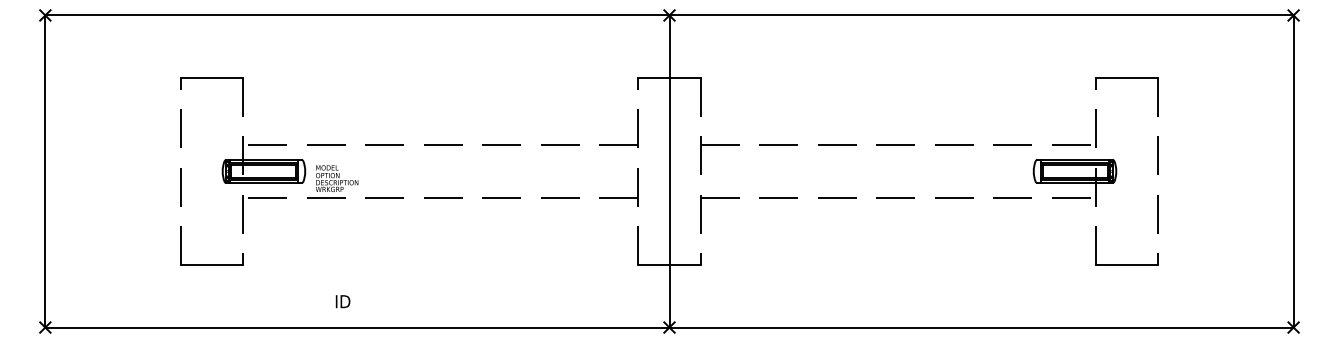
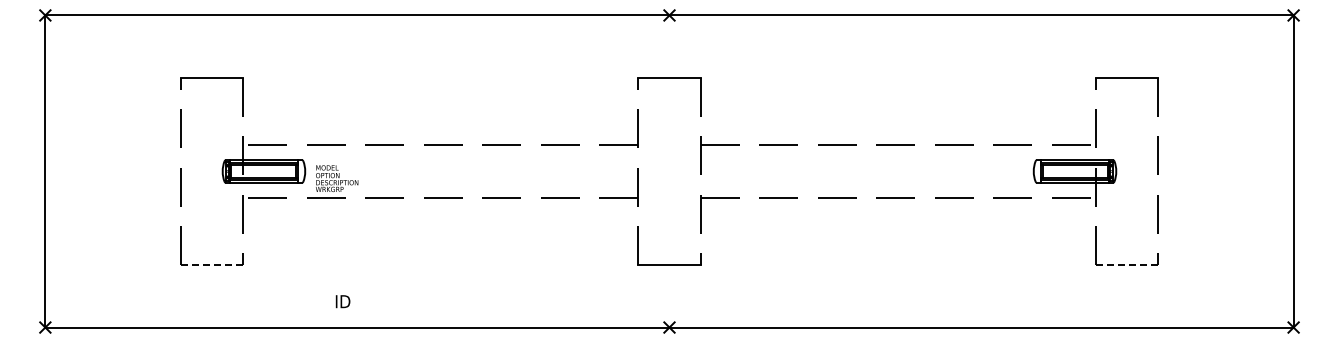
line at (669, 171): present -> none
line at (211, 265): solid -> dashed
line at (1126, 265): solid -> dashed
